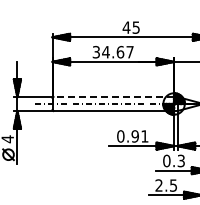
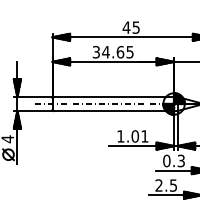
text at (129, 52): 34.67 -> 34.65
line at (113, 96): dashed -> solid
text at (127, 136): 0.91 -> 1.01
